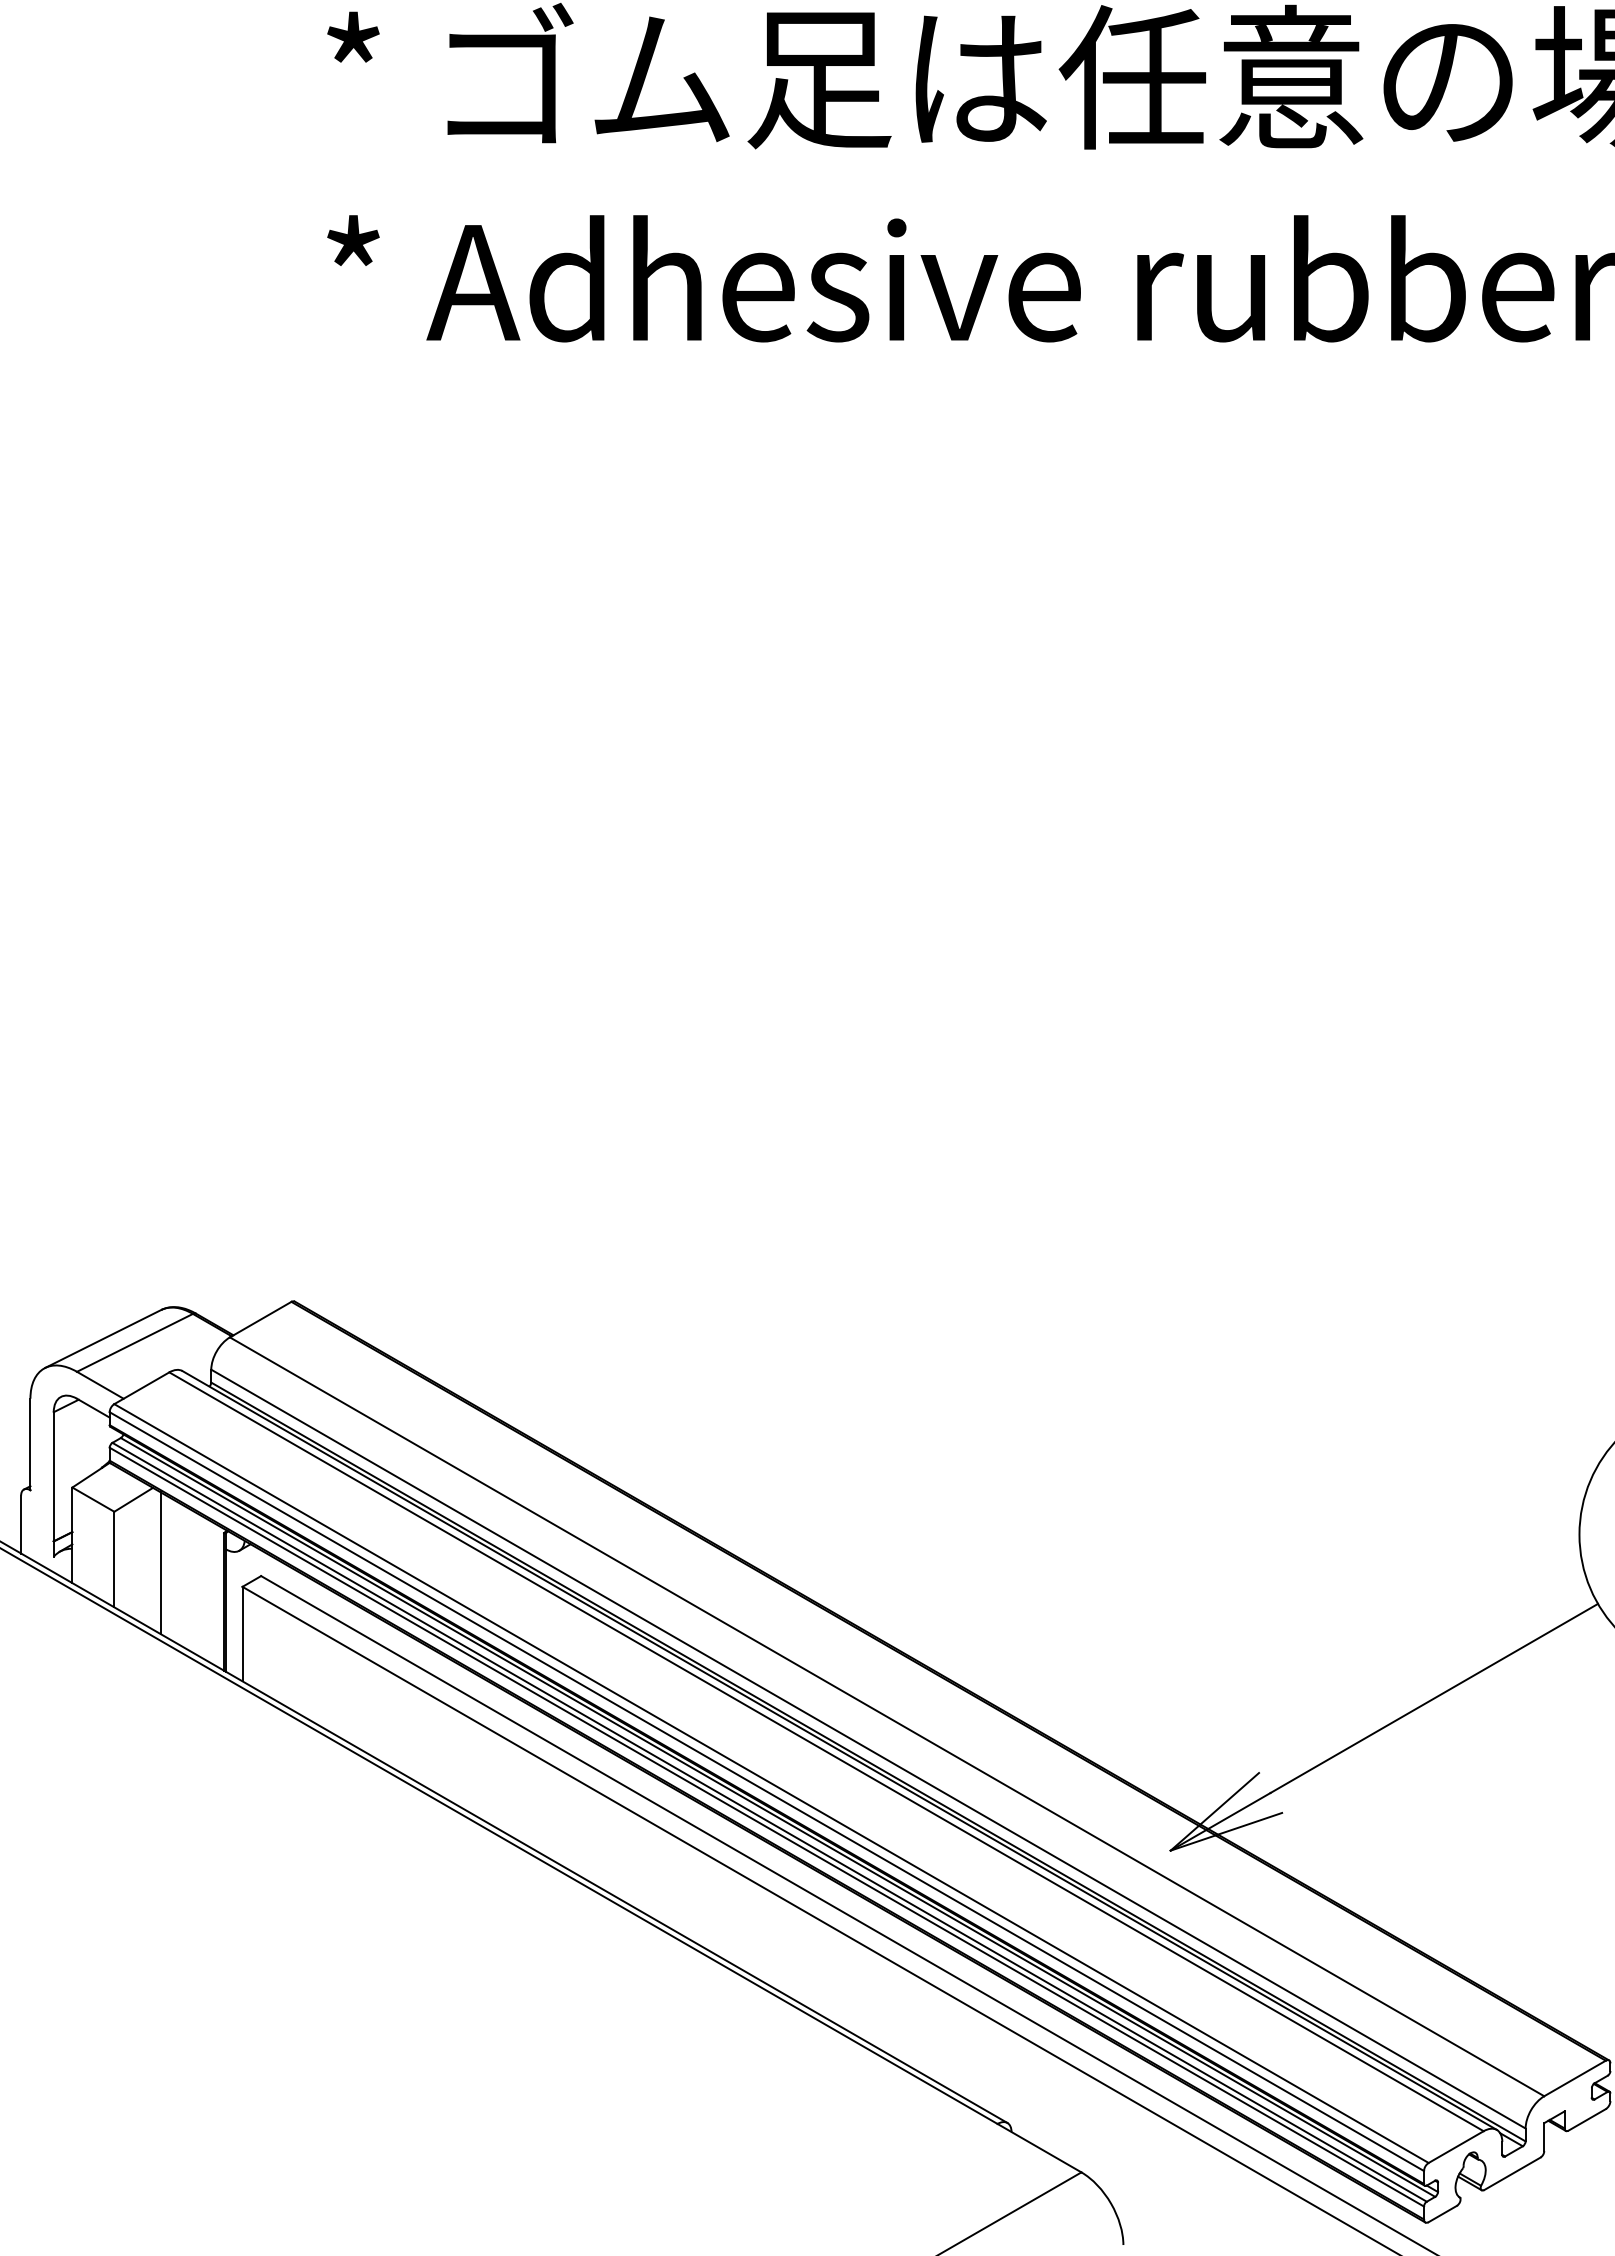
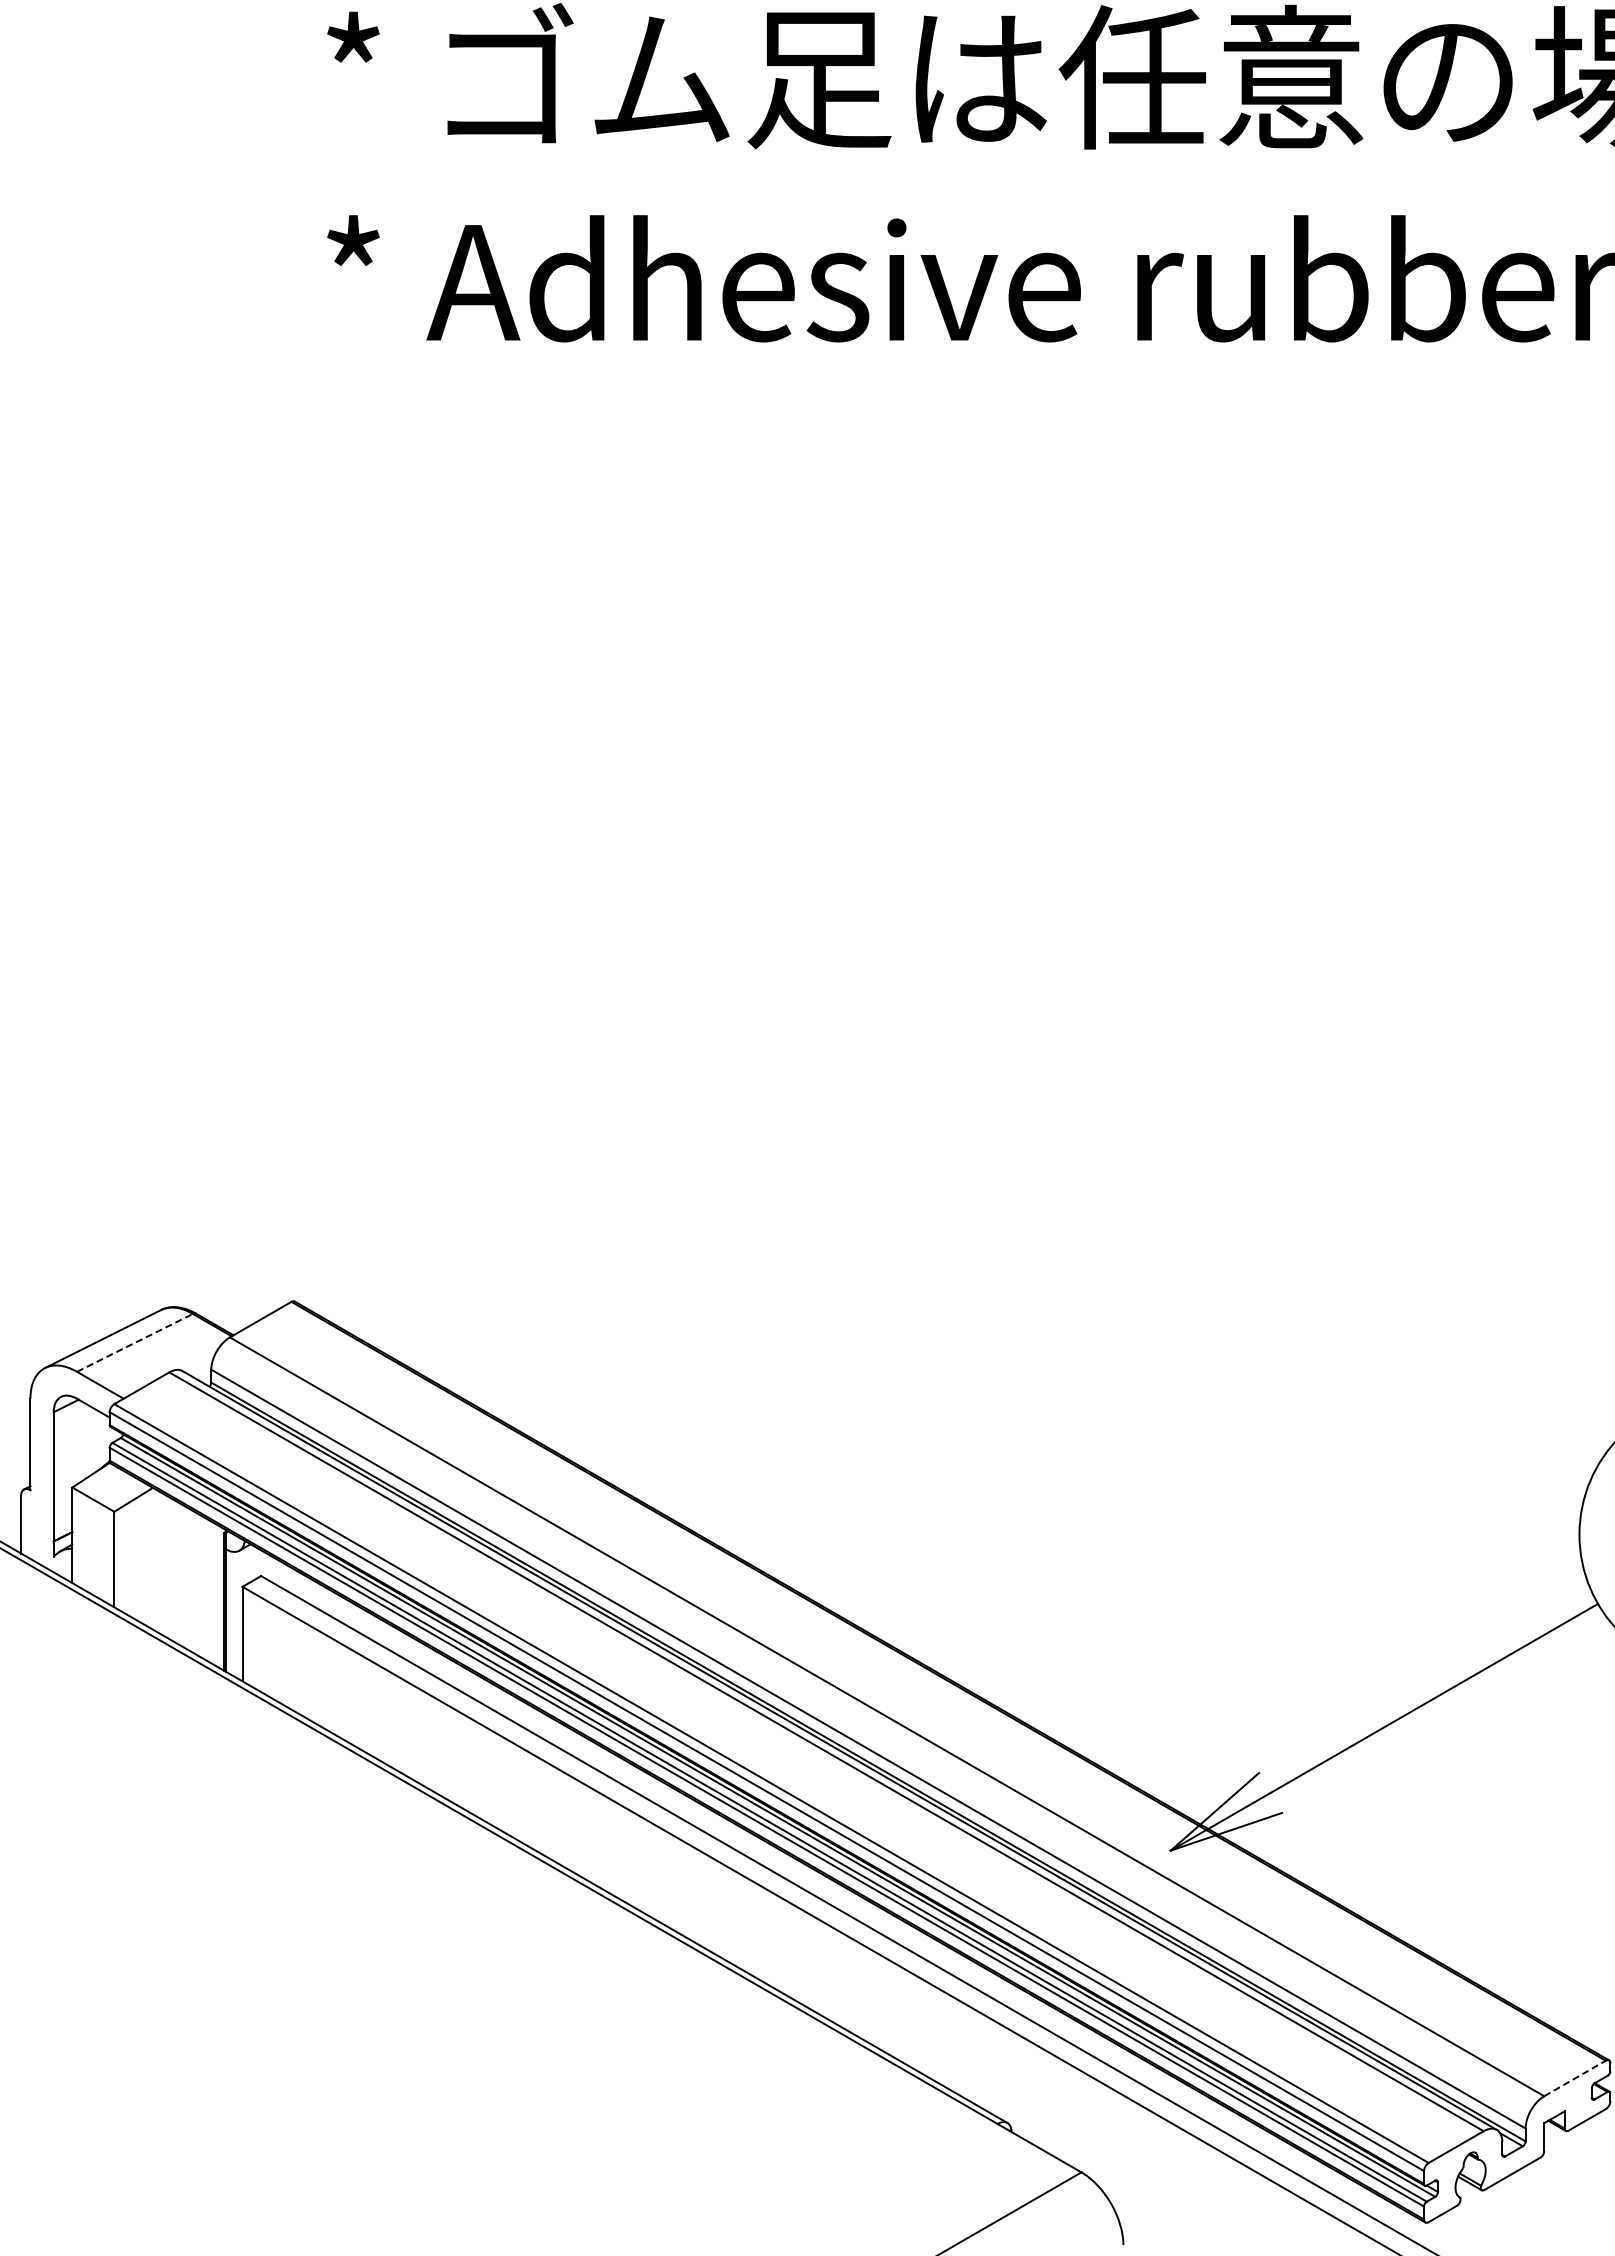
line at (135, 1342): solid -> dashed
line at (160, 1563): present -> none
line at (1575, 2078): solid -> dashed
